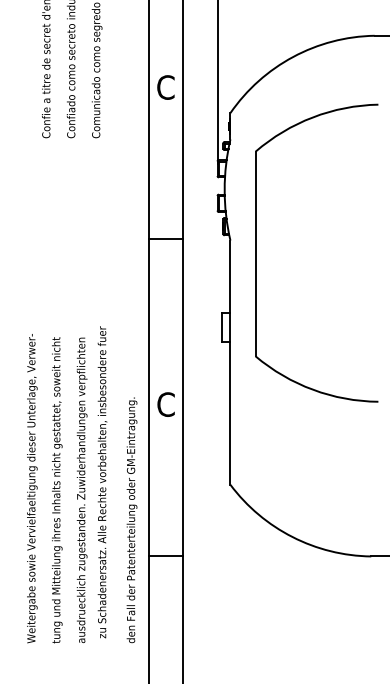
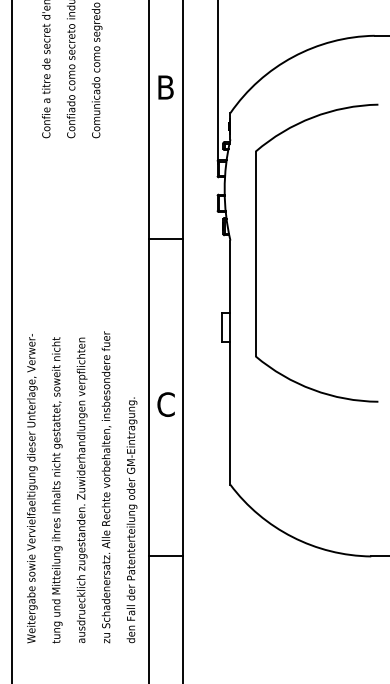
text at (165, 87): C -> B
line at (11, 341): none -> present
text at (102, 482) position: (102, 482) -> (106, 487)
